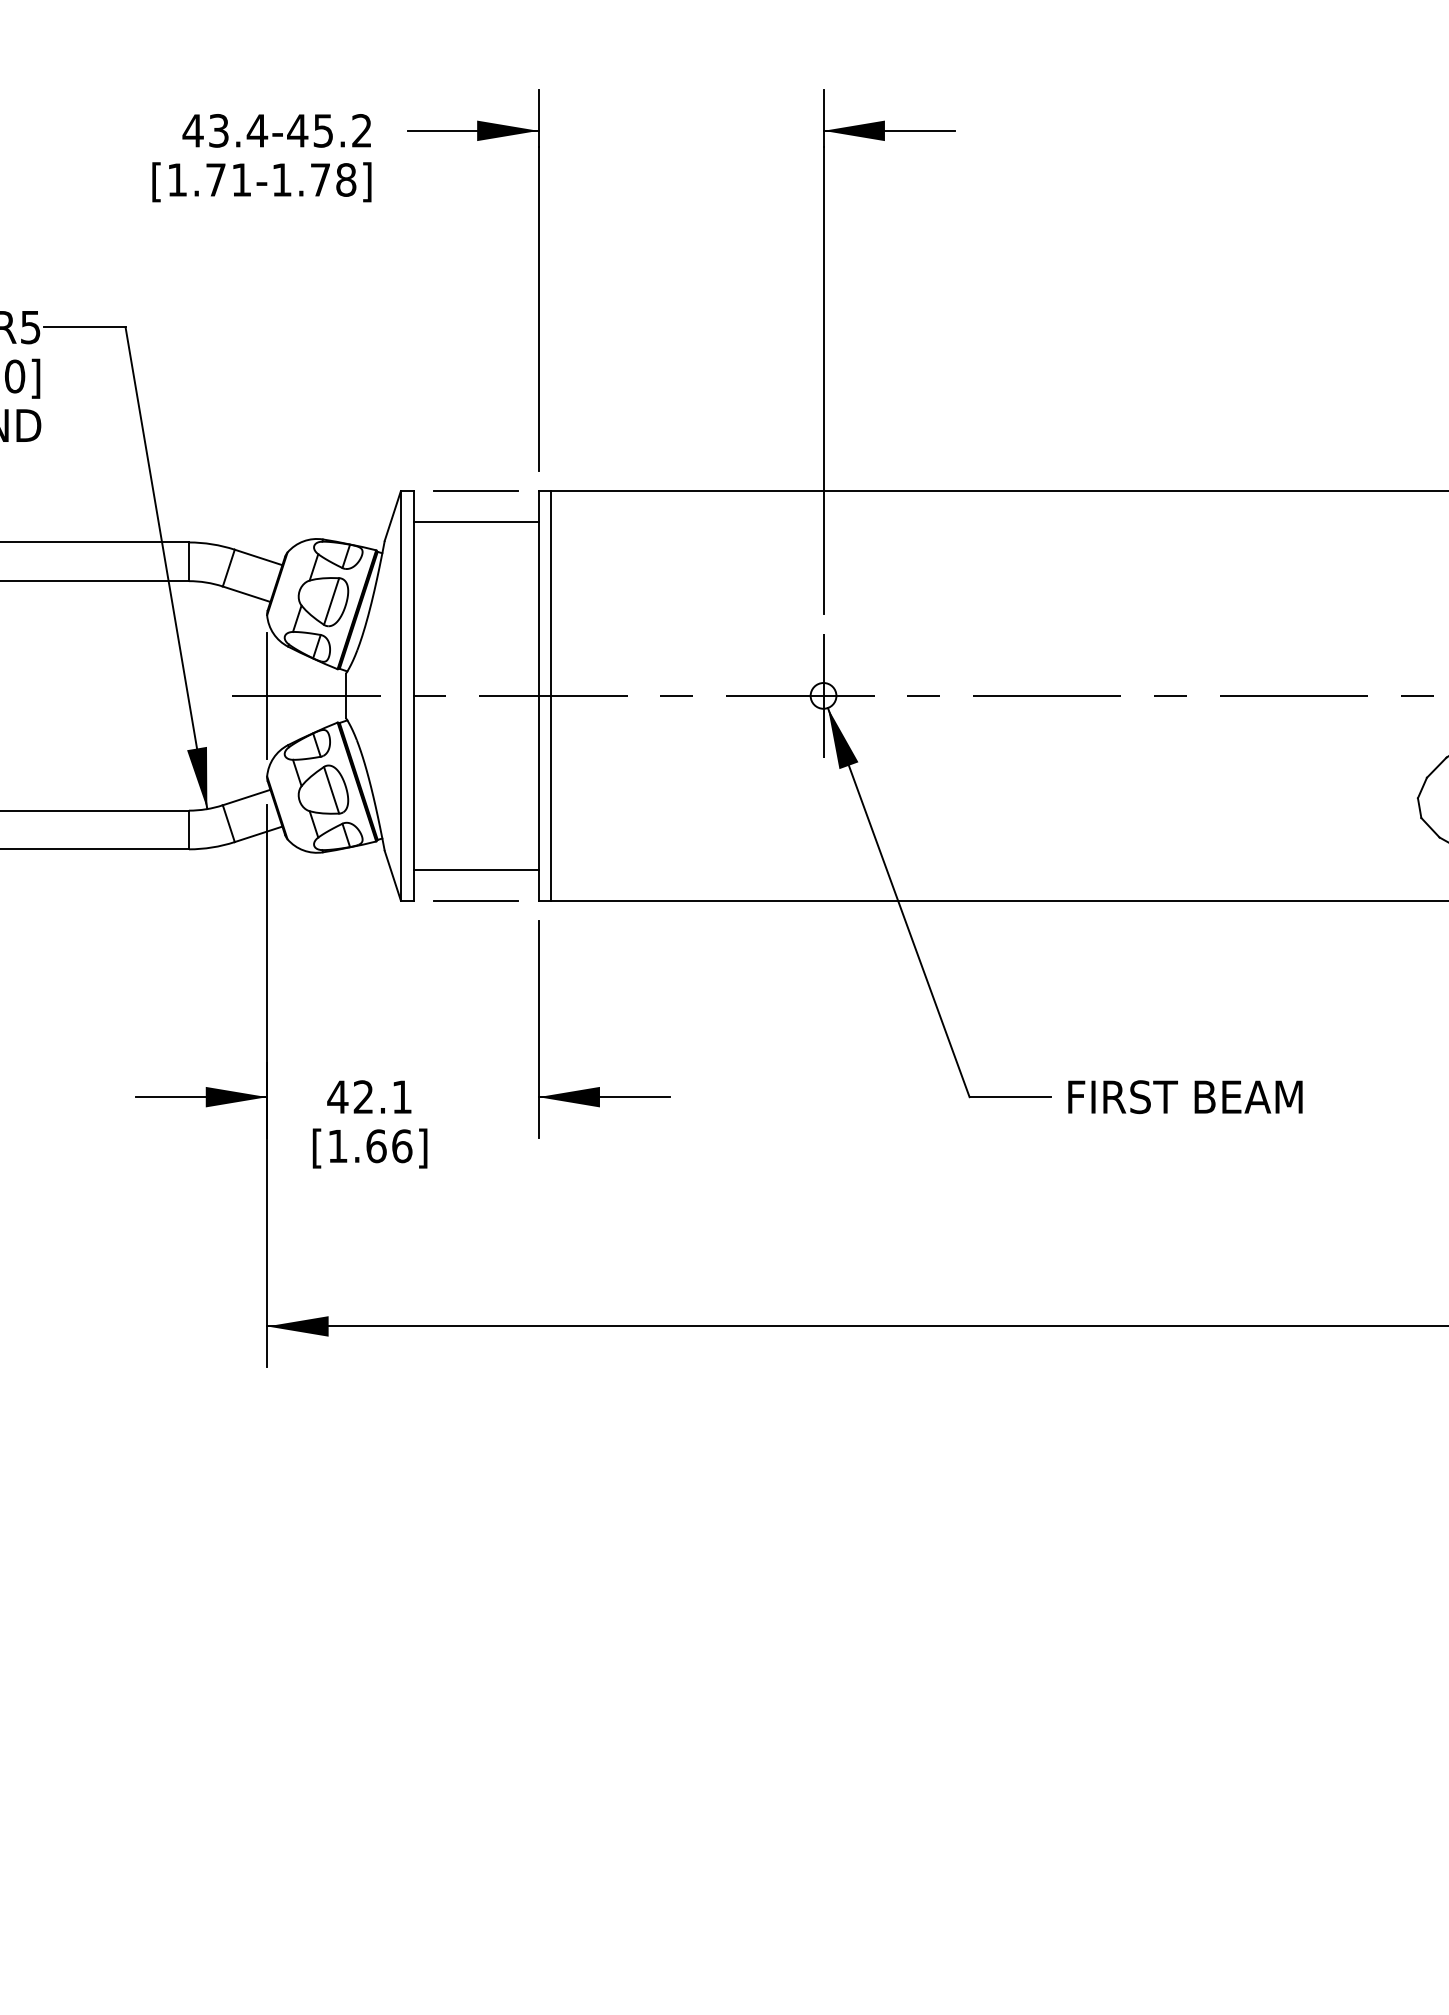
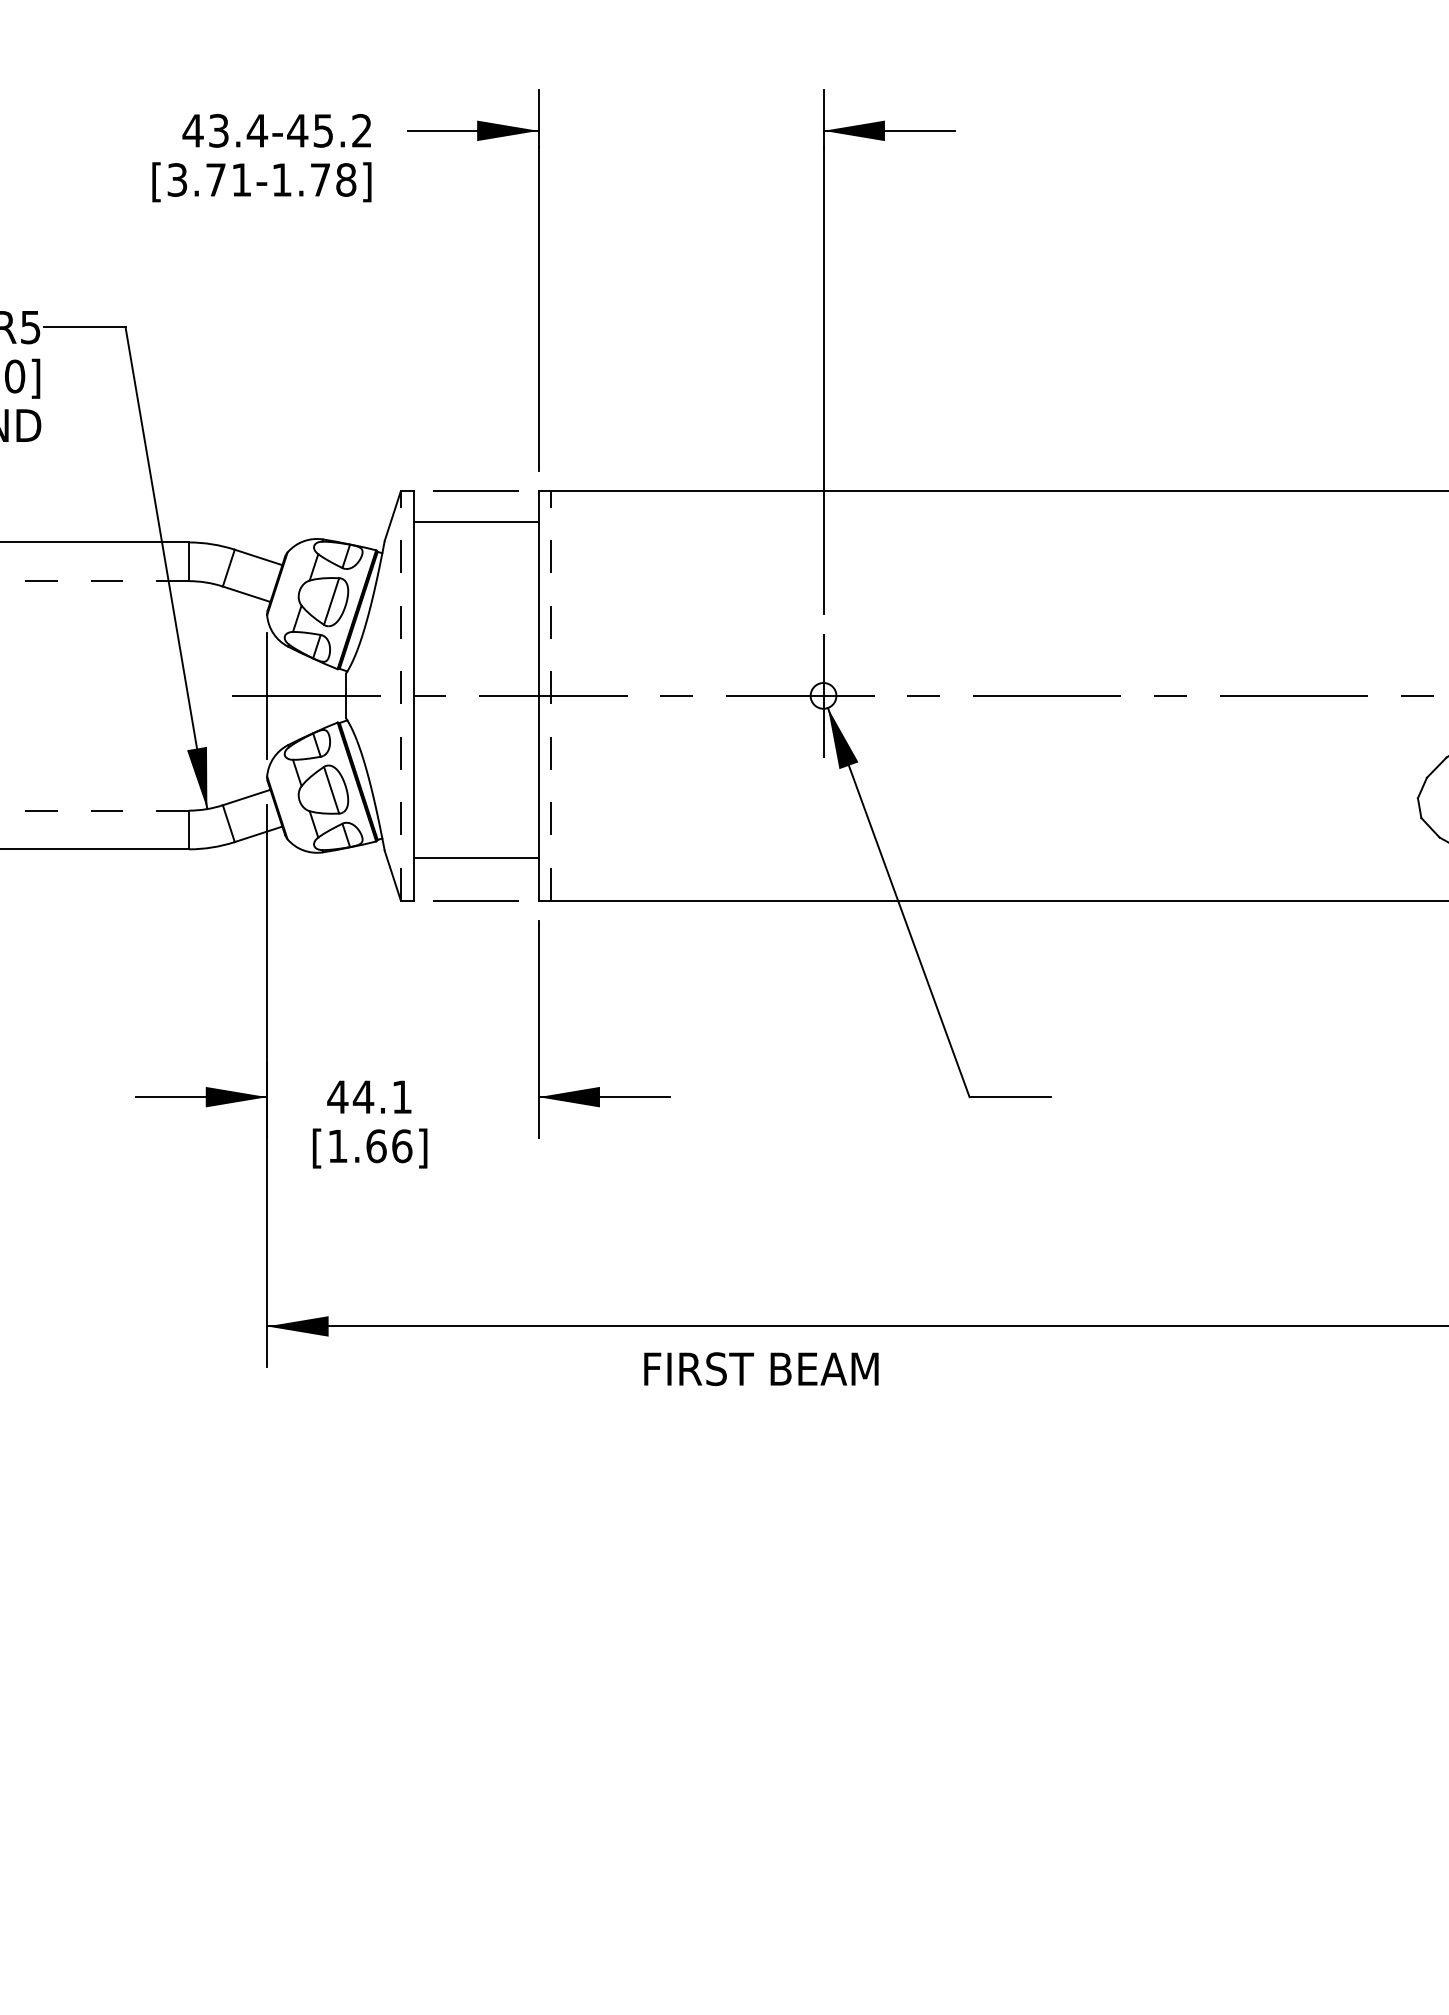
text at (177, 179): [1.71-1.78] -> [3.71-1.78]
line at (94, 581): solid -> dashed
line at (400, 695): solid -> dashed
line at (551, 695): solid -> dashed
line at (94, 810): solid -> dashed
line at (475, 870) position: (475, 870) -> (475, 858)
text at (363, 1096): 42.1 -> 44.1
text at (1185, 1097) position: (1185, 1097) -> (761, 1369)
